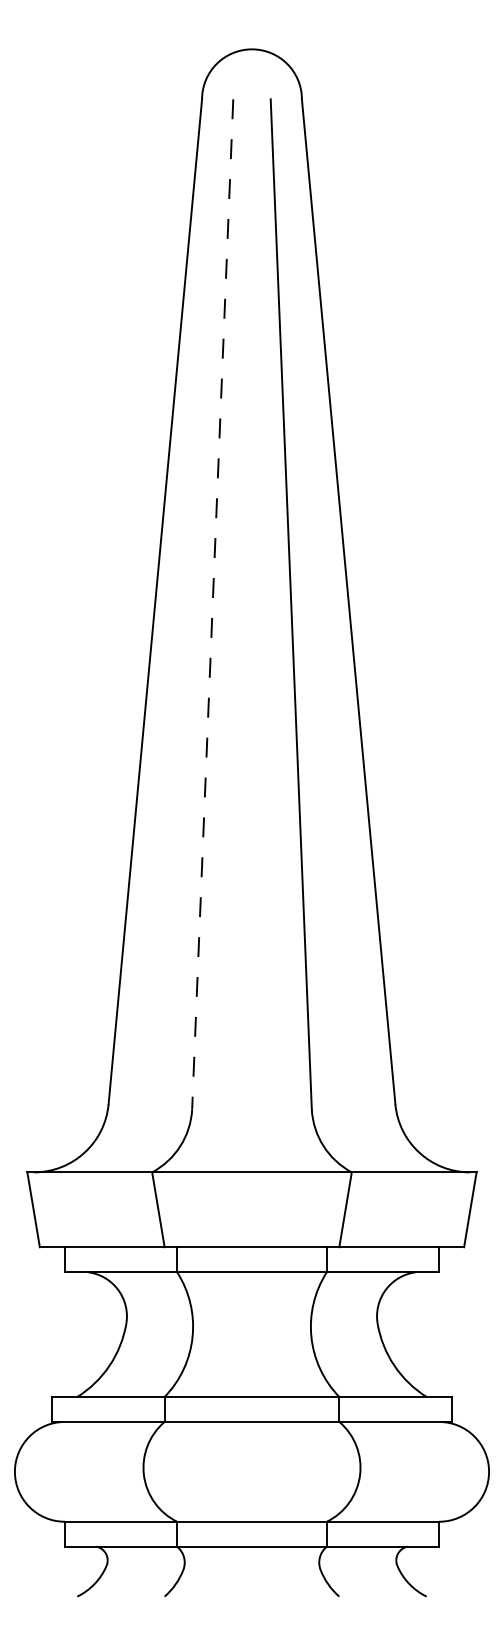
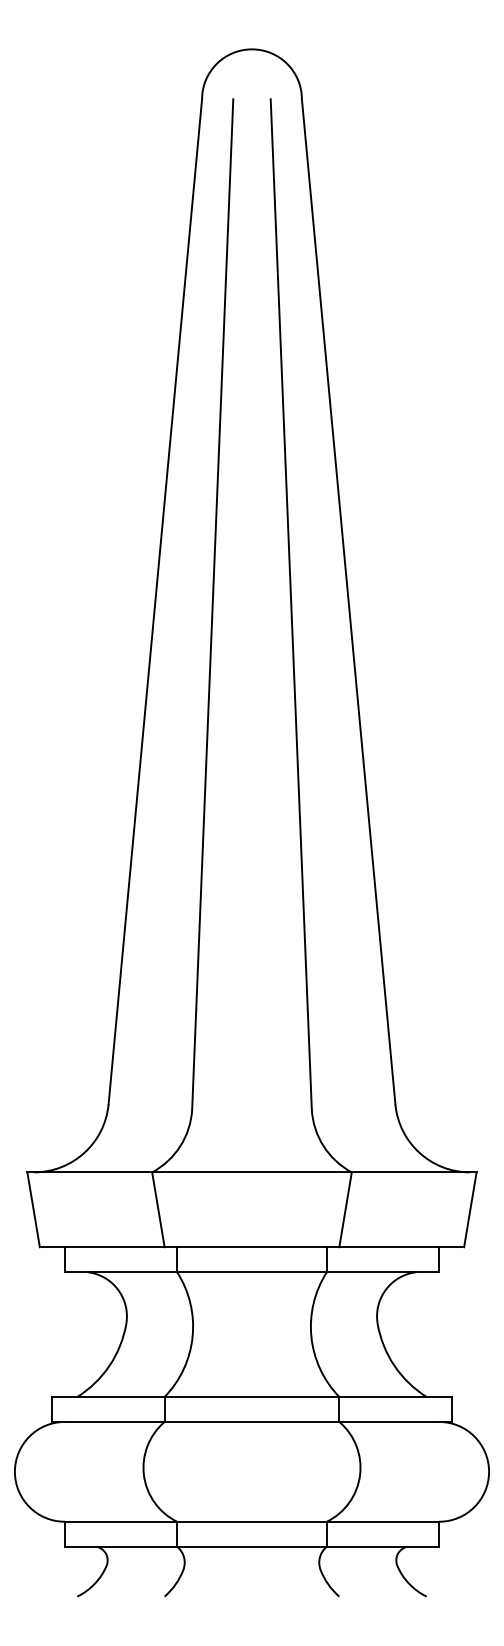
line at (212, 604): dashed -> solid
